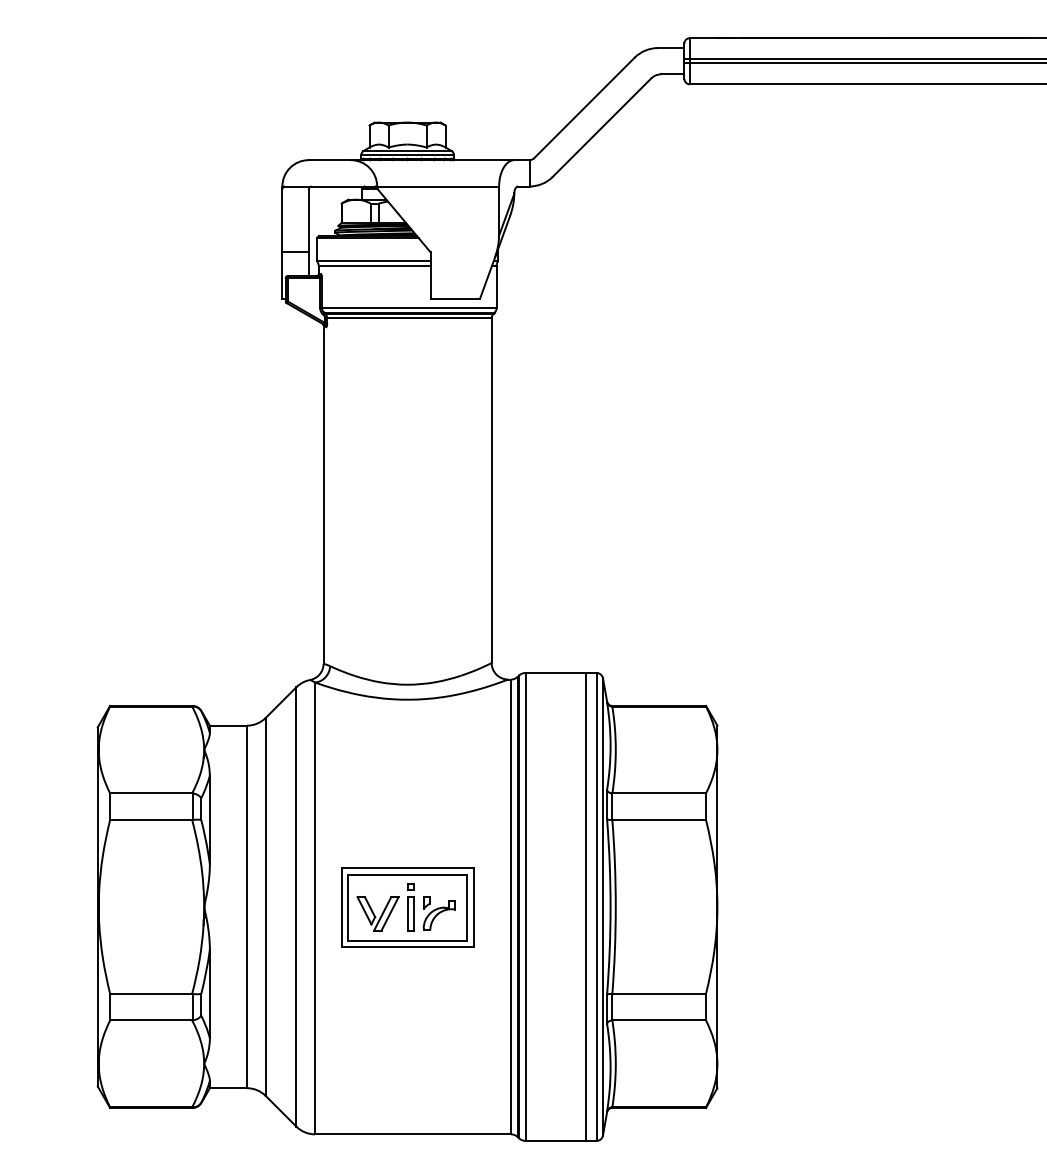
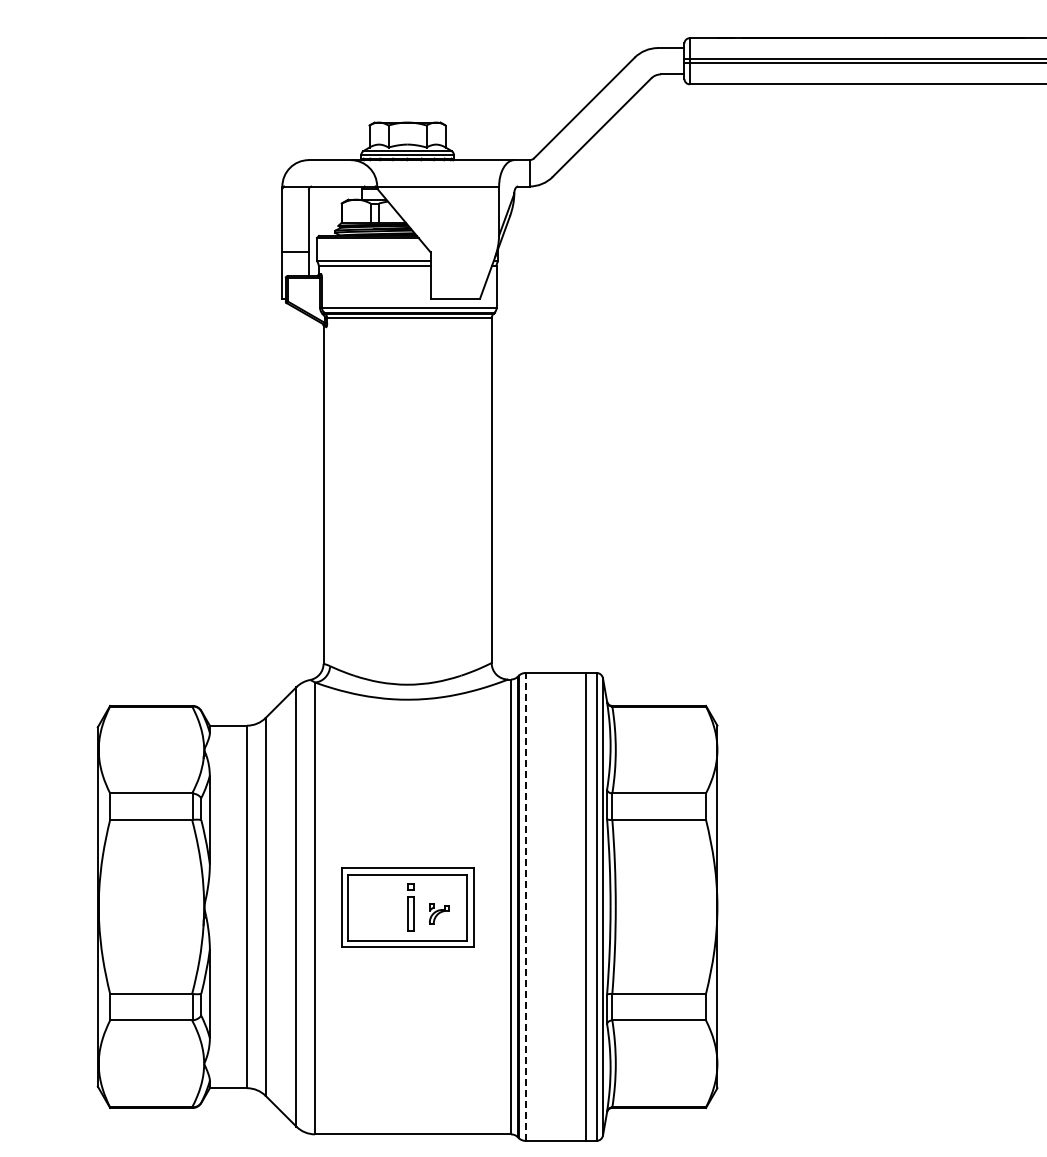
line at (525, 906): solid -> dashed
part at (377, 913): present -> none
part at (438, 913) size: 34x35 px -> 21x22 px
